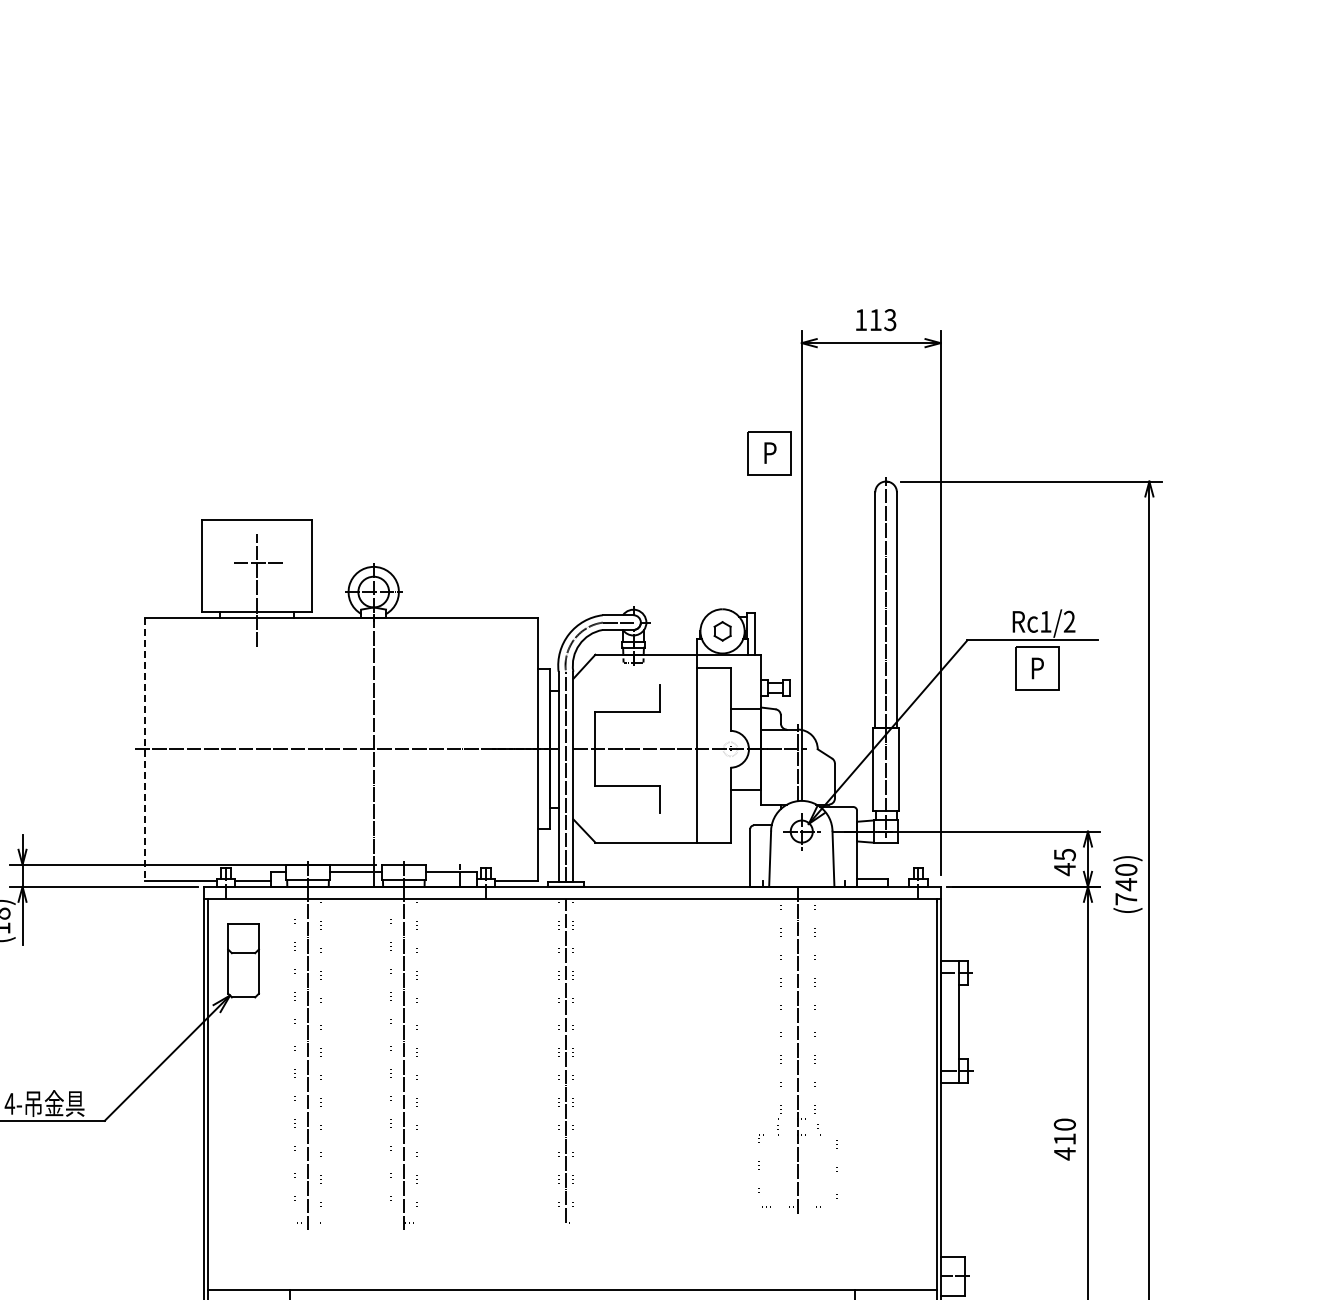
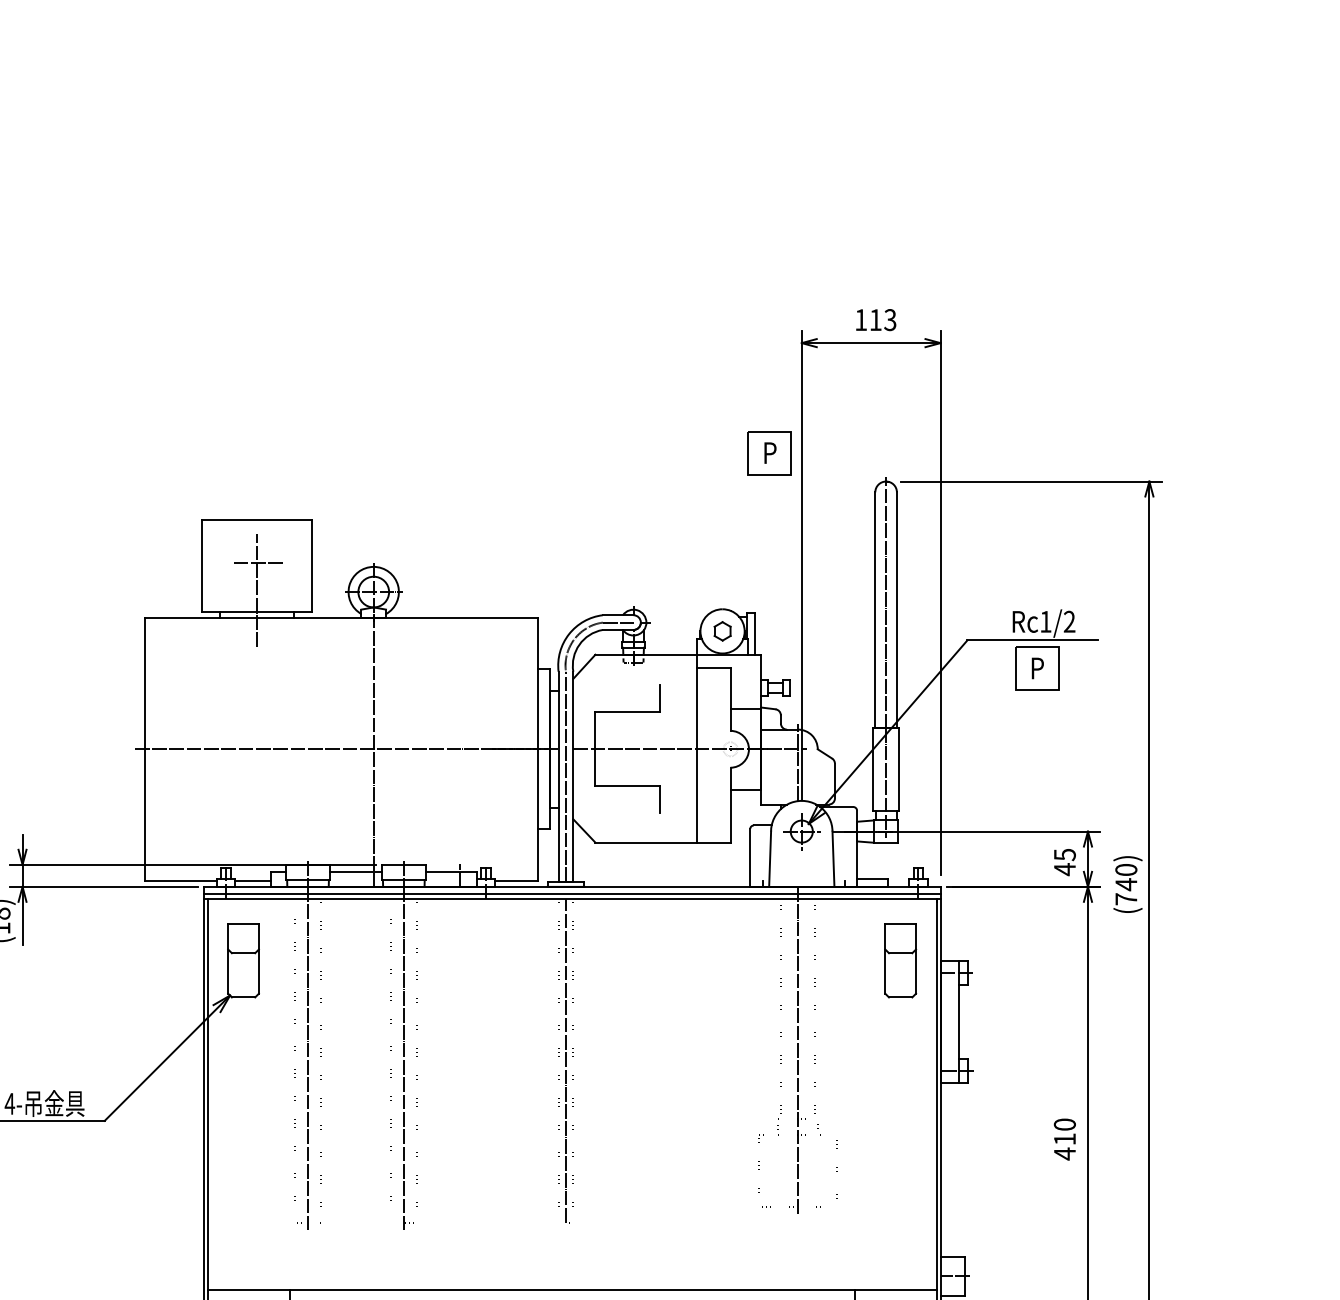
line at (145, 749): dashed -> solid
line at (571, 894): none -> present
part at (900, 960): none -> present
